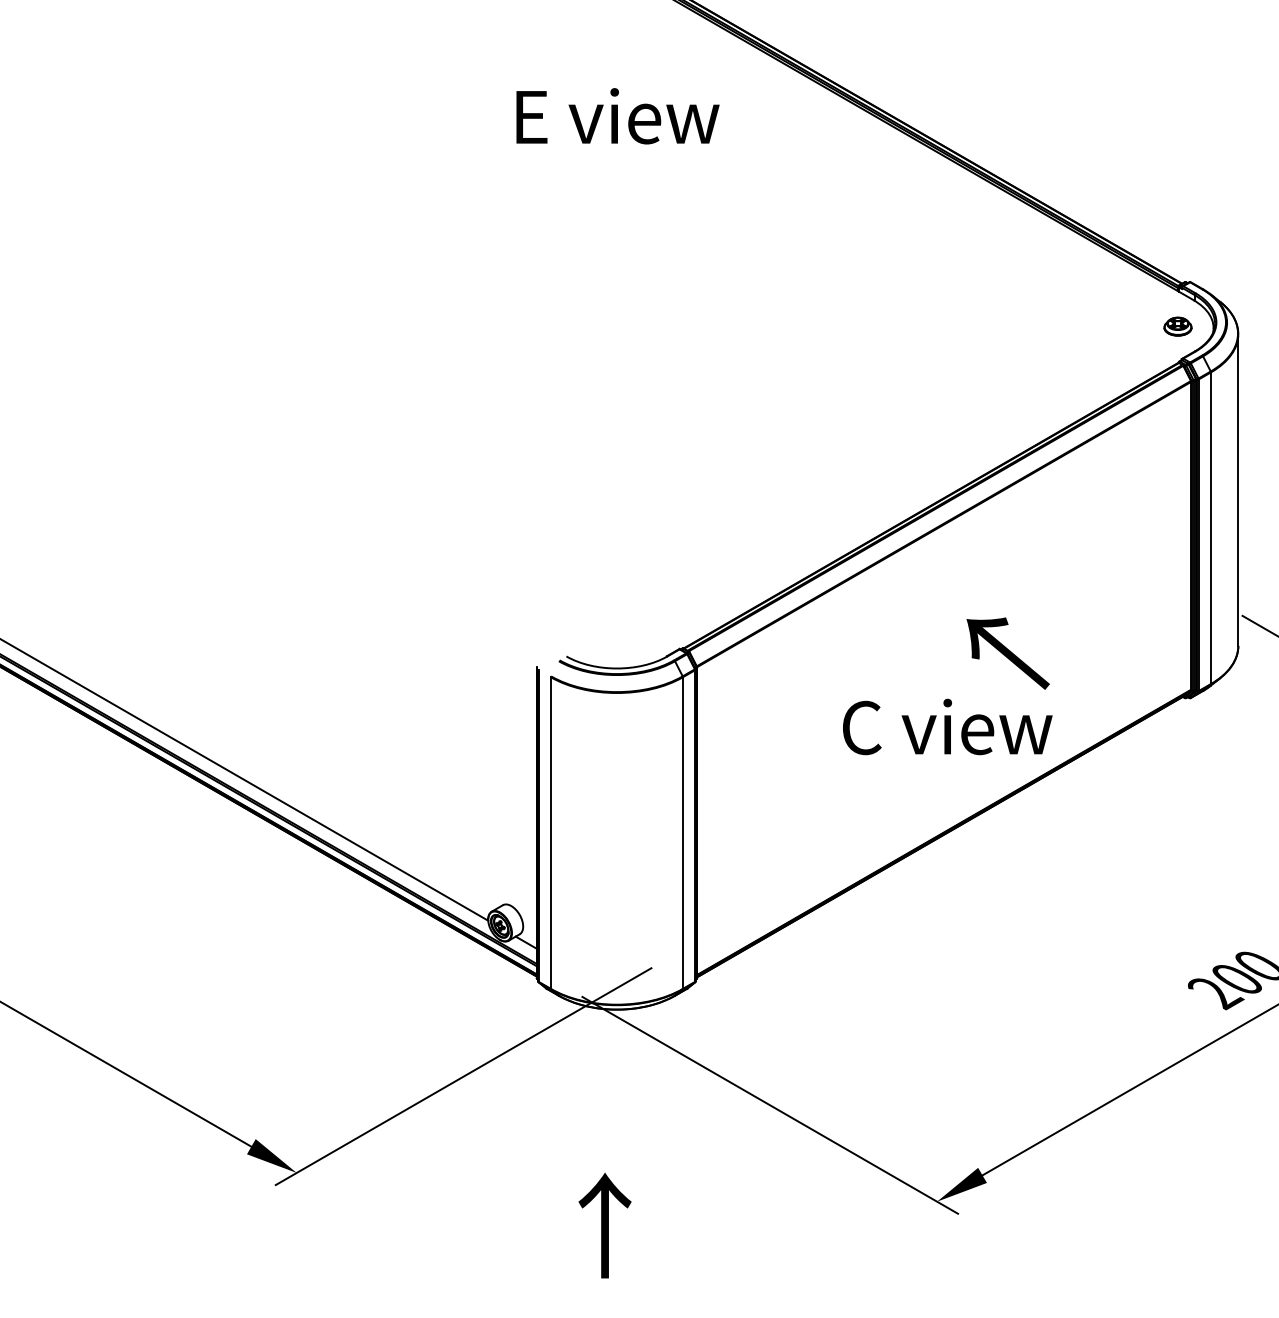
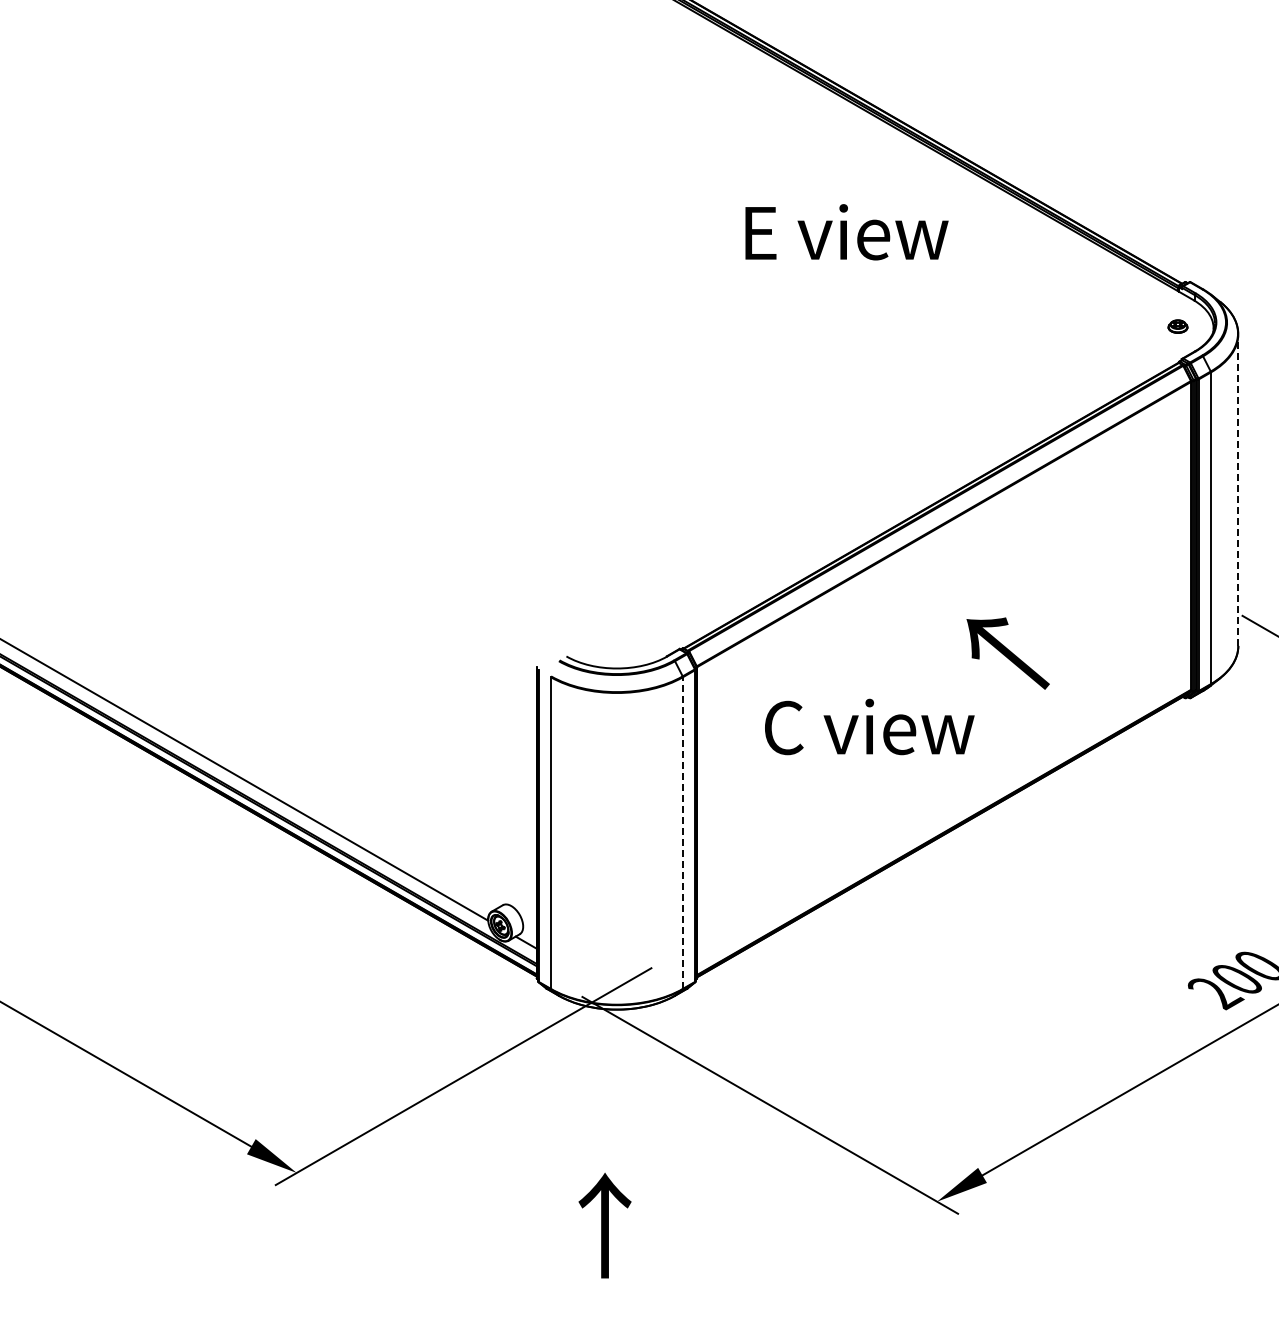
text at (617, 116) position: (617, 116) -> (846, 232)
part at (1177, 326) size: 30x21 px -> 22x15 px
line at (1238, 490): solid -> dashed
text at (947, 726) position: (947, 726) -> (869, 726)
line at (682, 833): solid -> dashed
